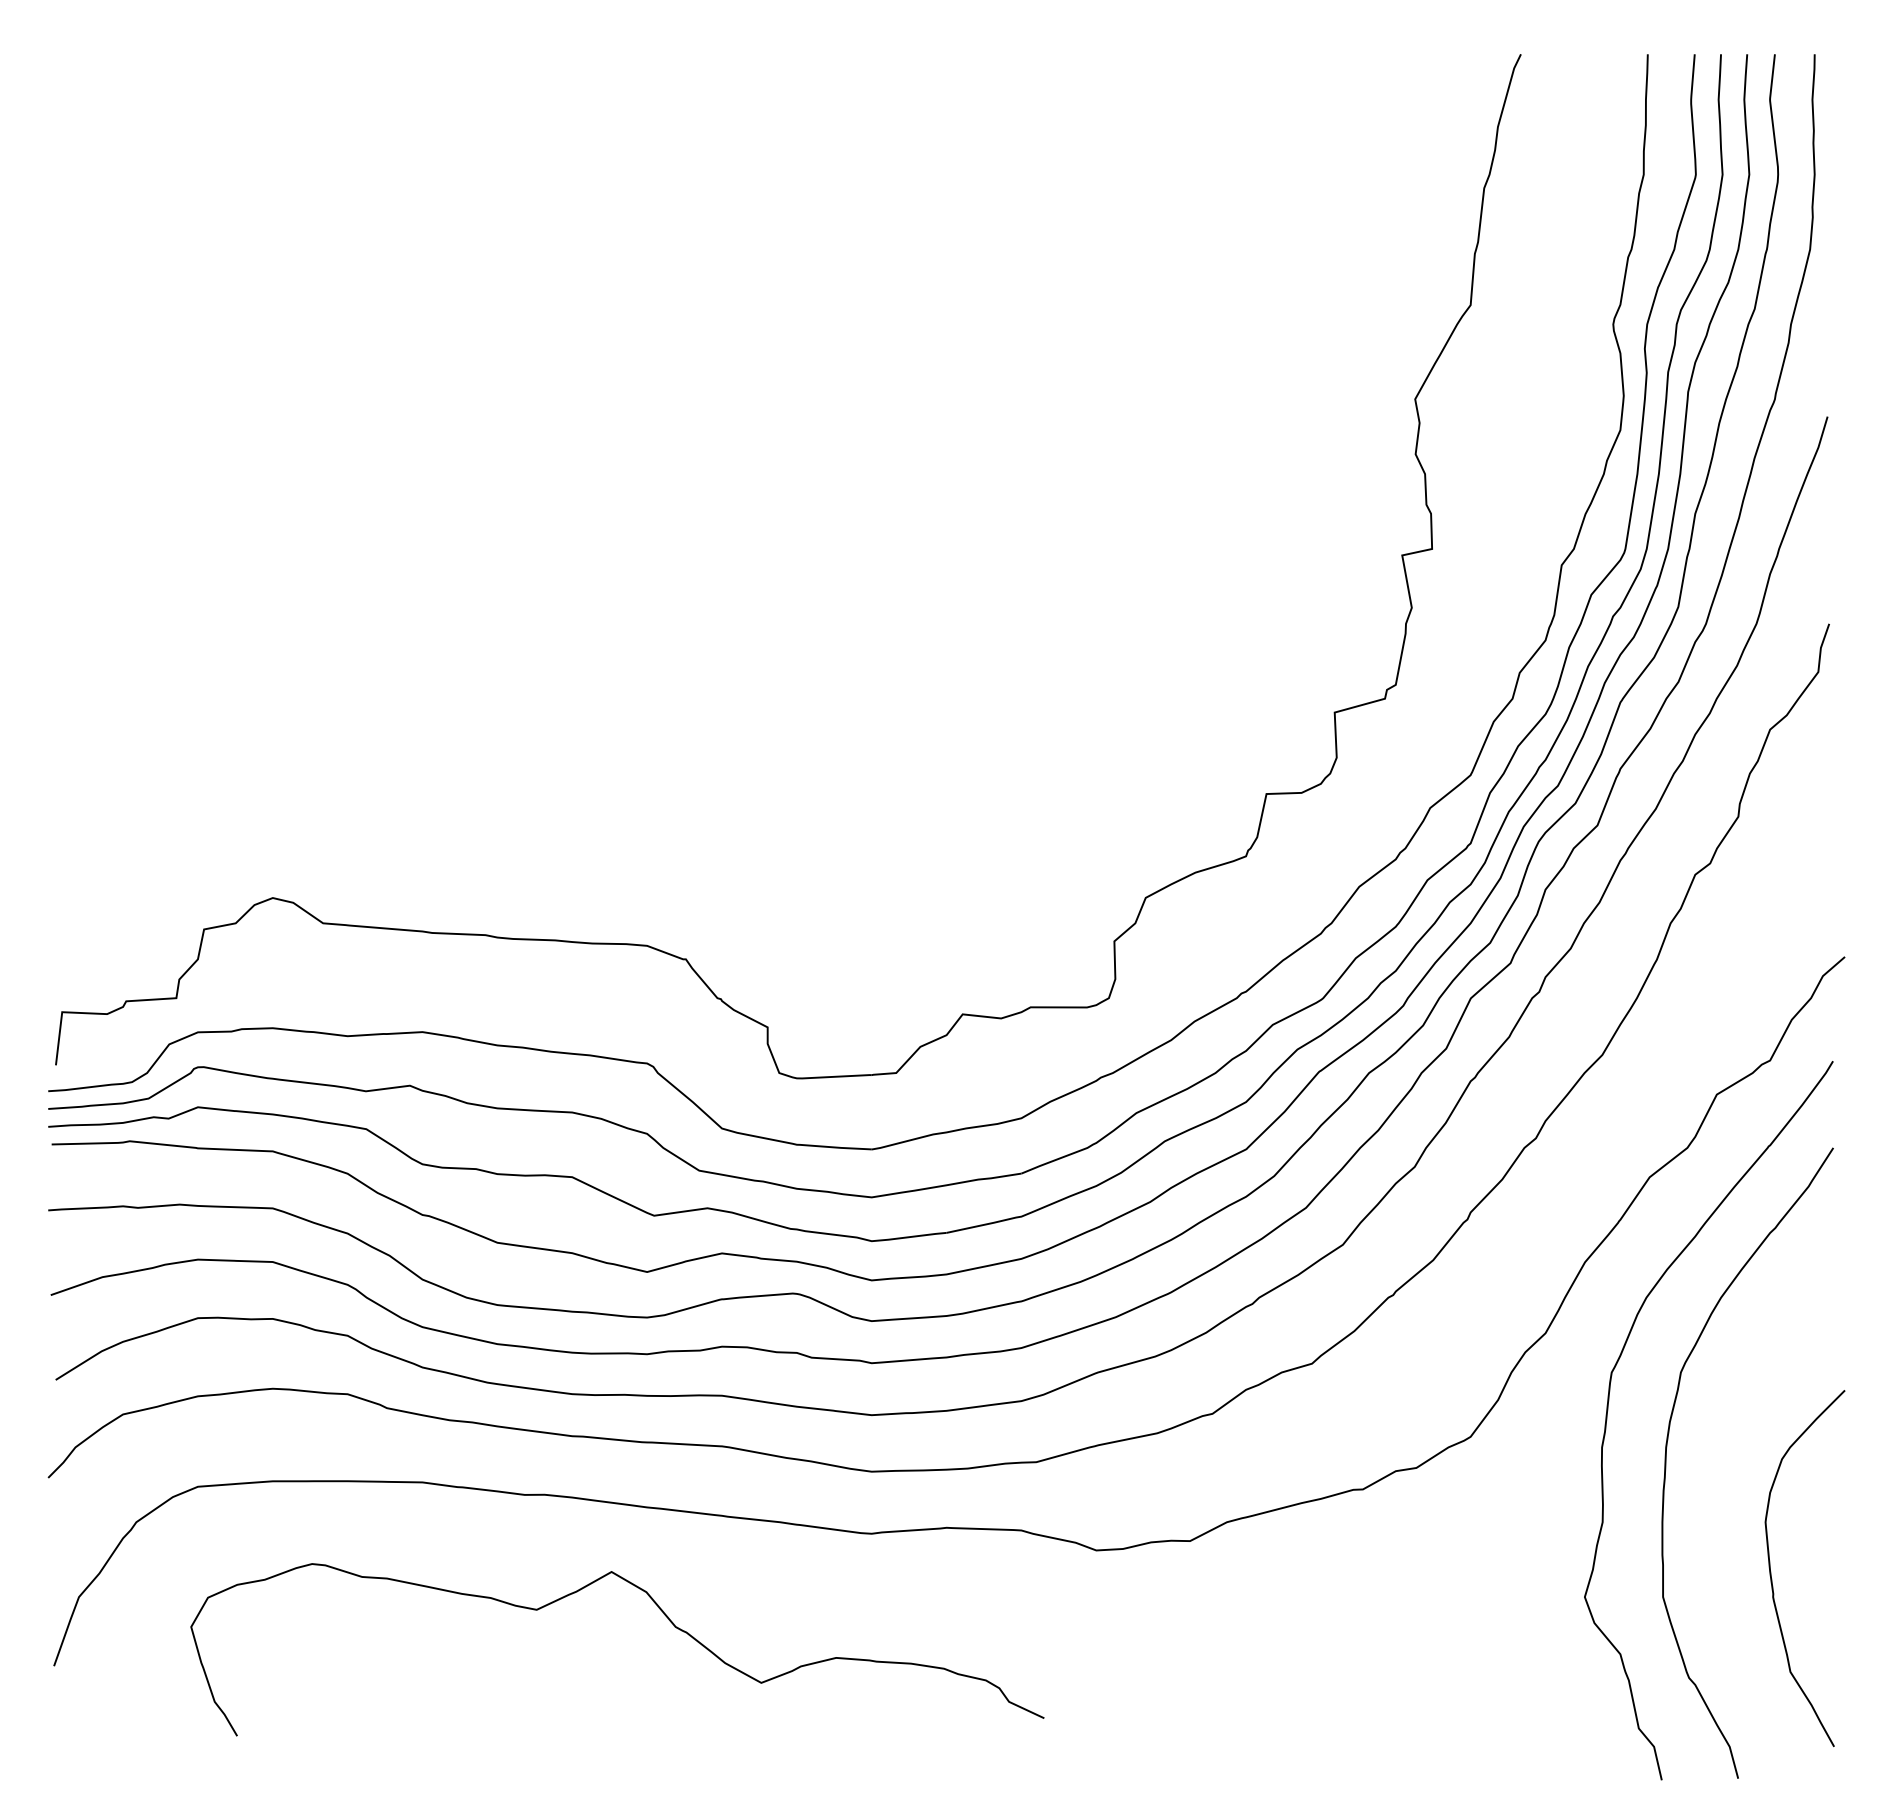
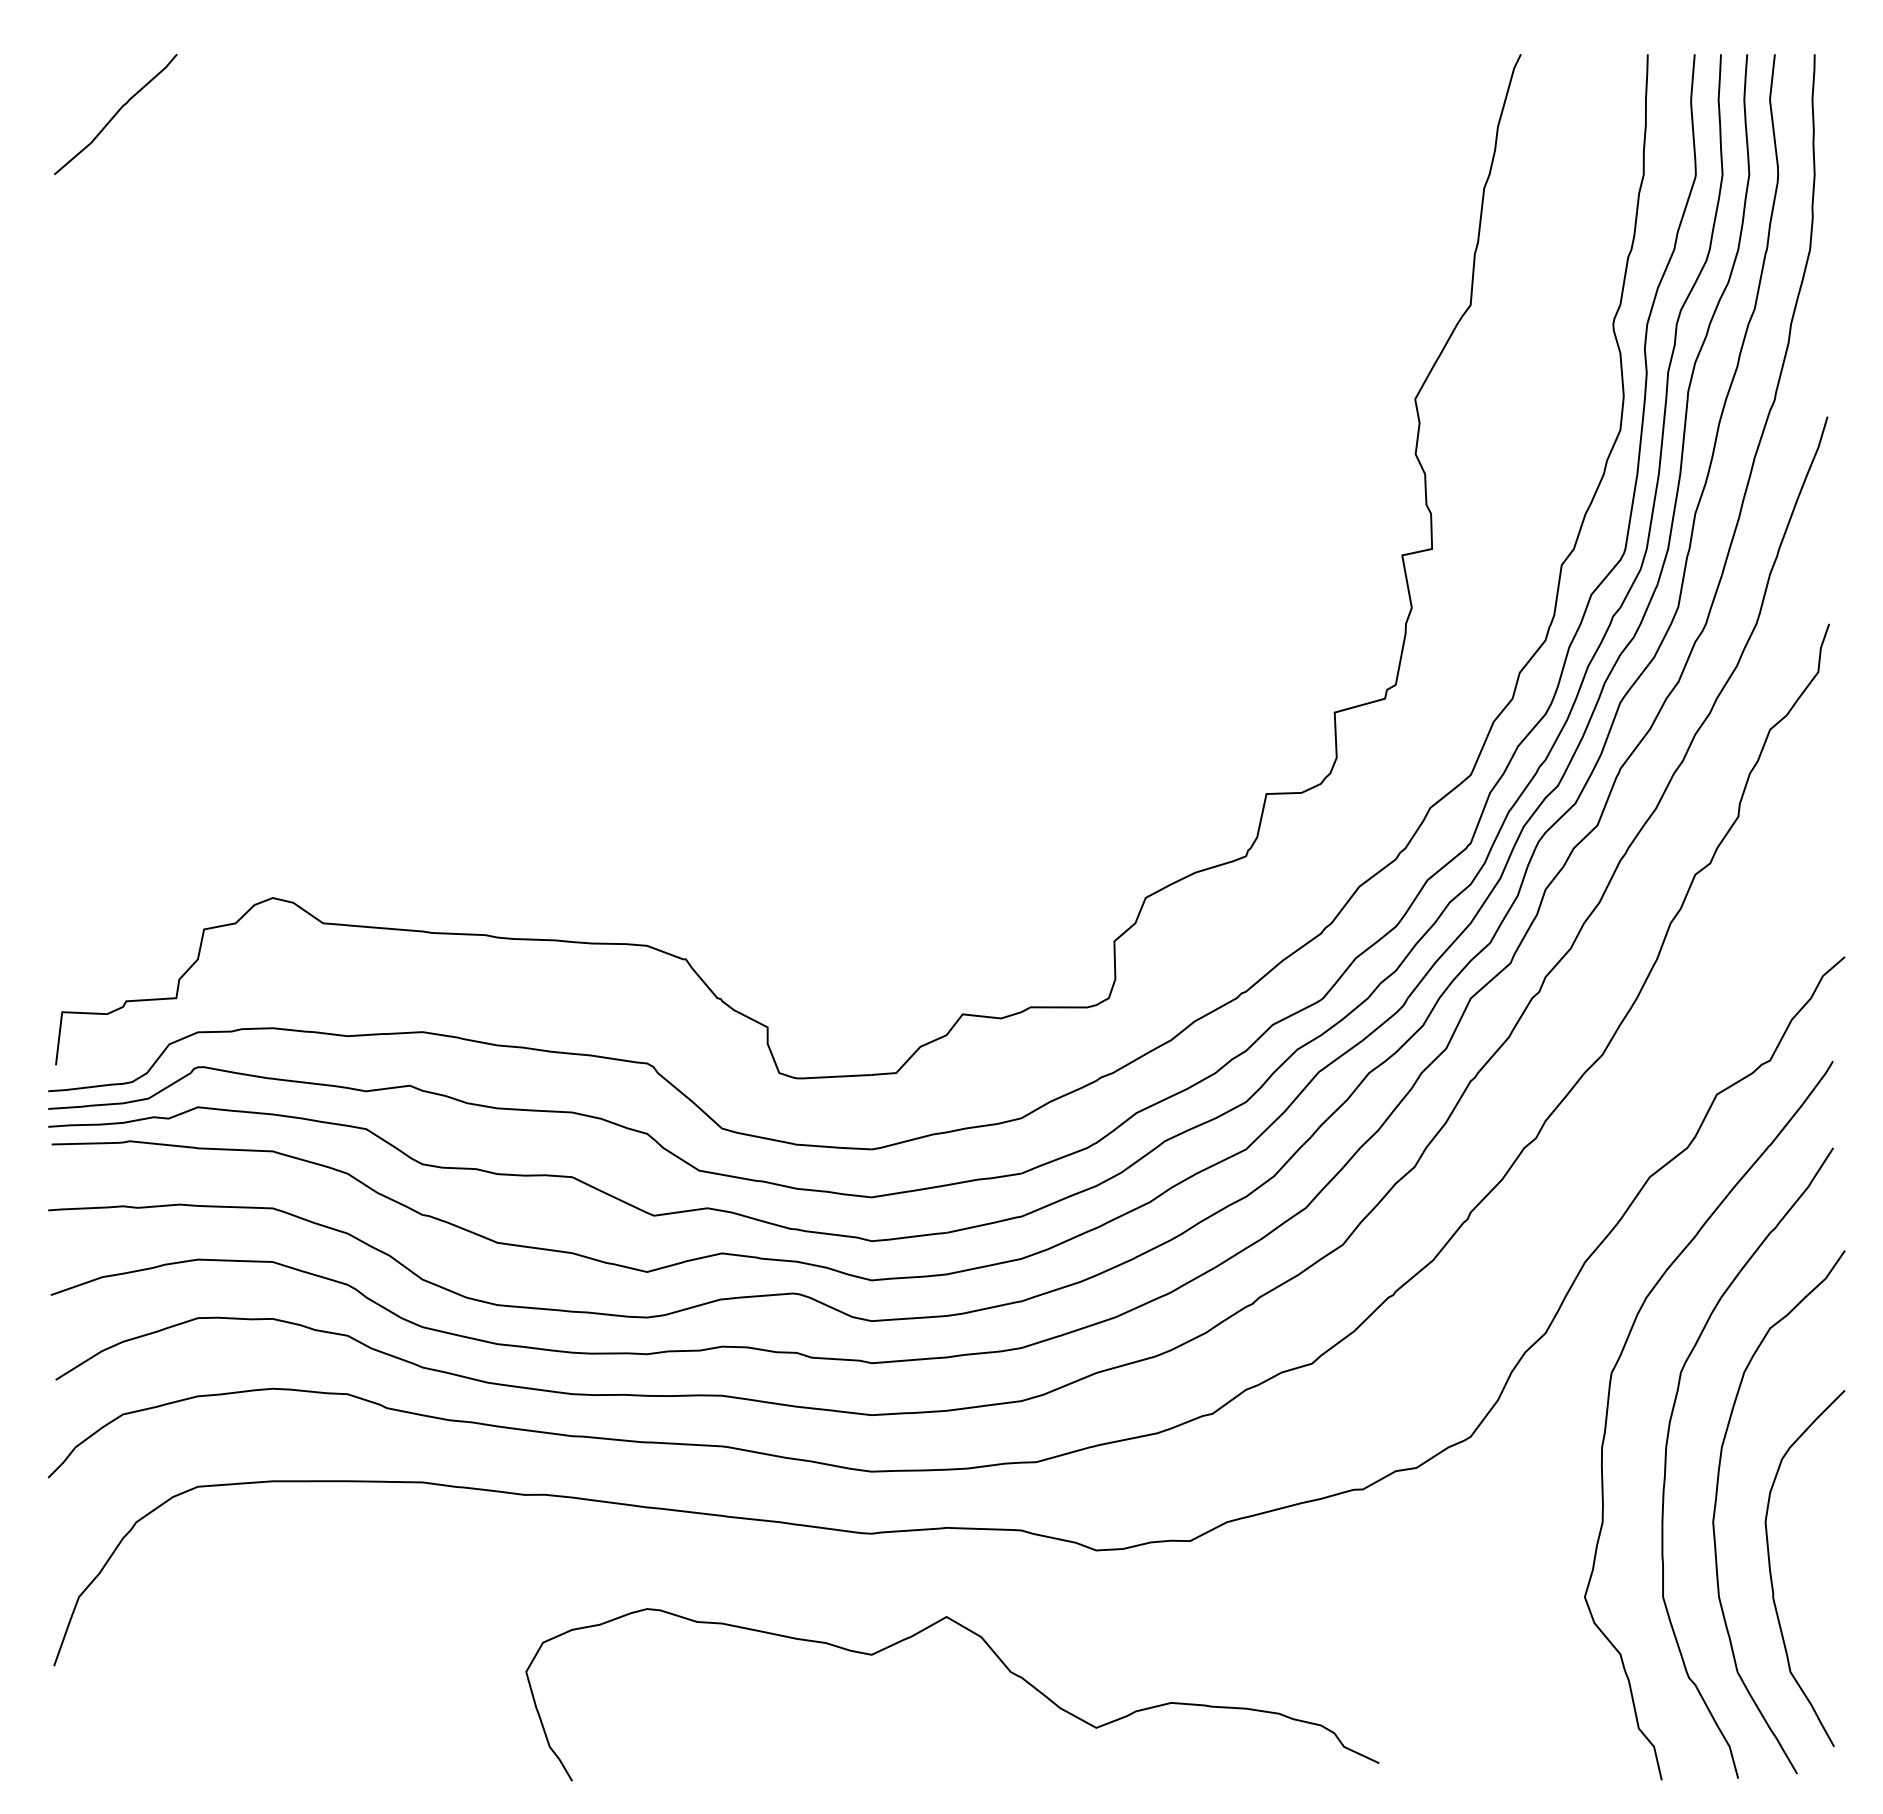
curve at (115, 113): none -> present
curve at (1716, 1505): none -> present
curve at (663, 1614) position: (663, 1614) -> (998, 1659)
